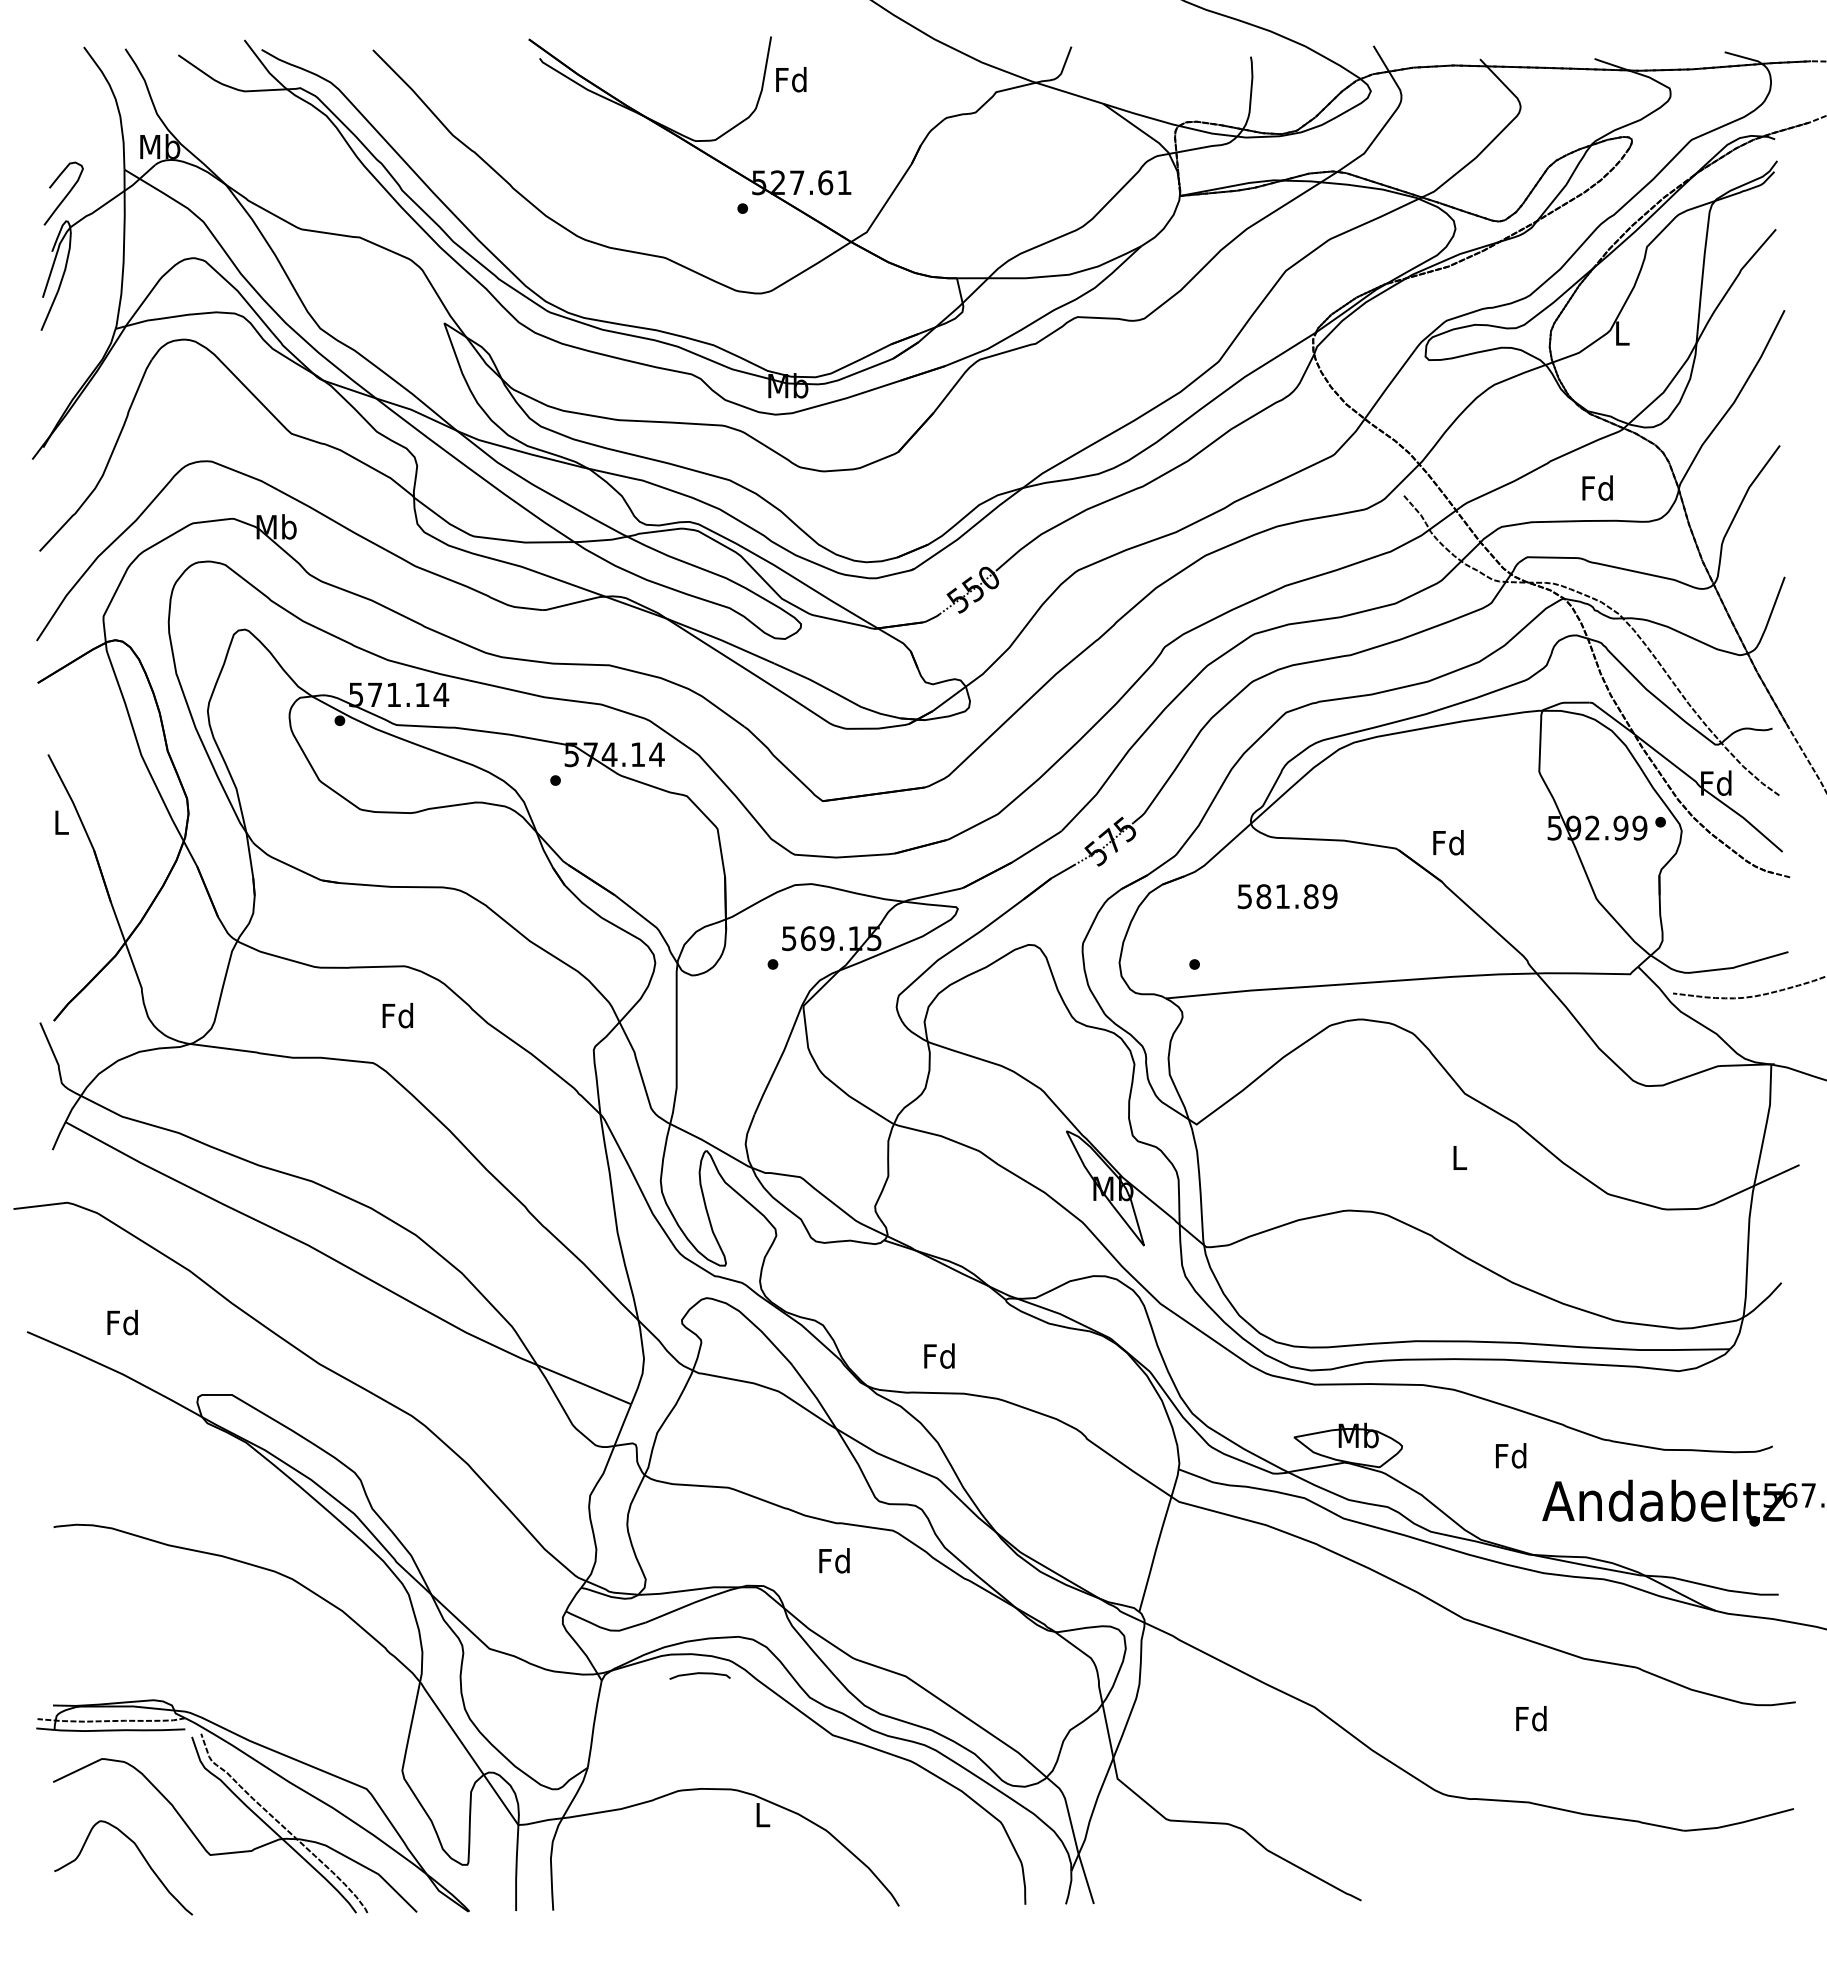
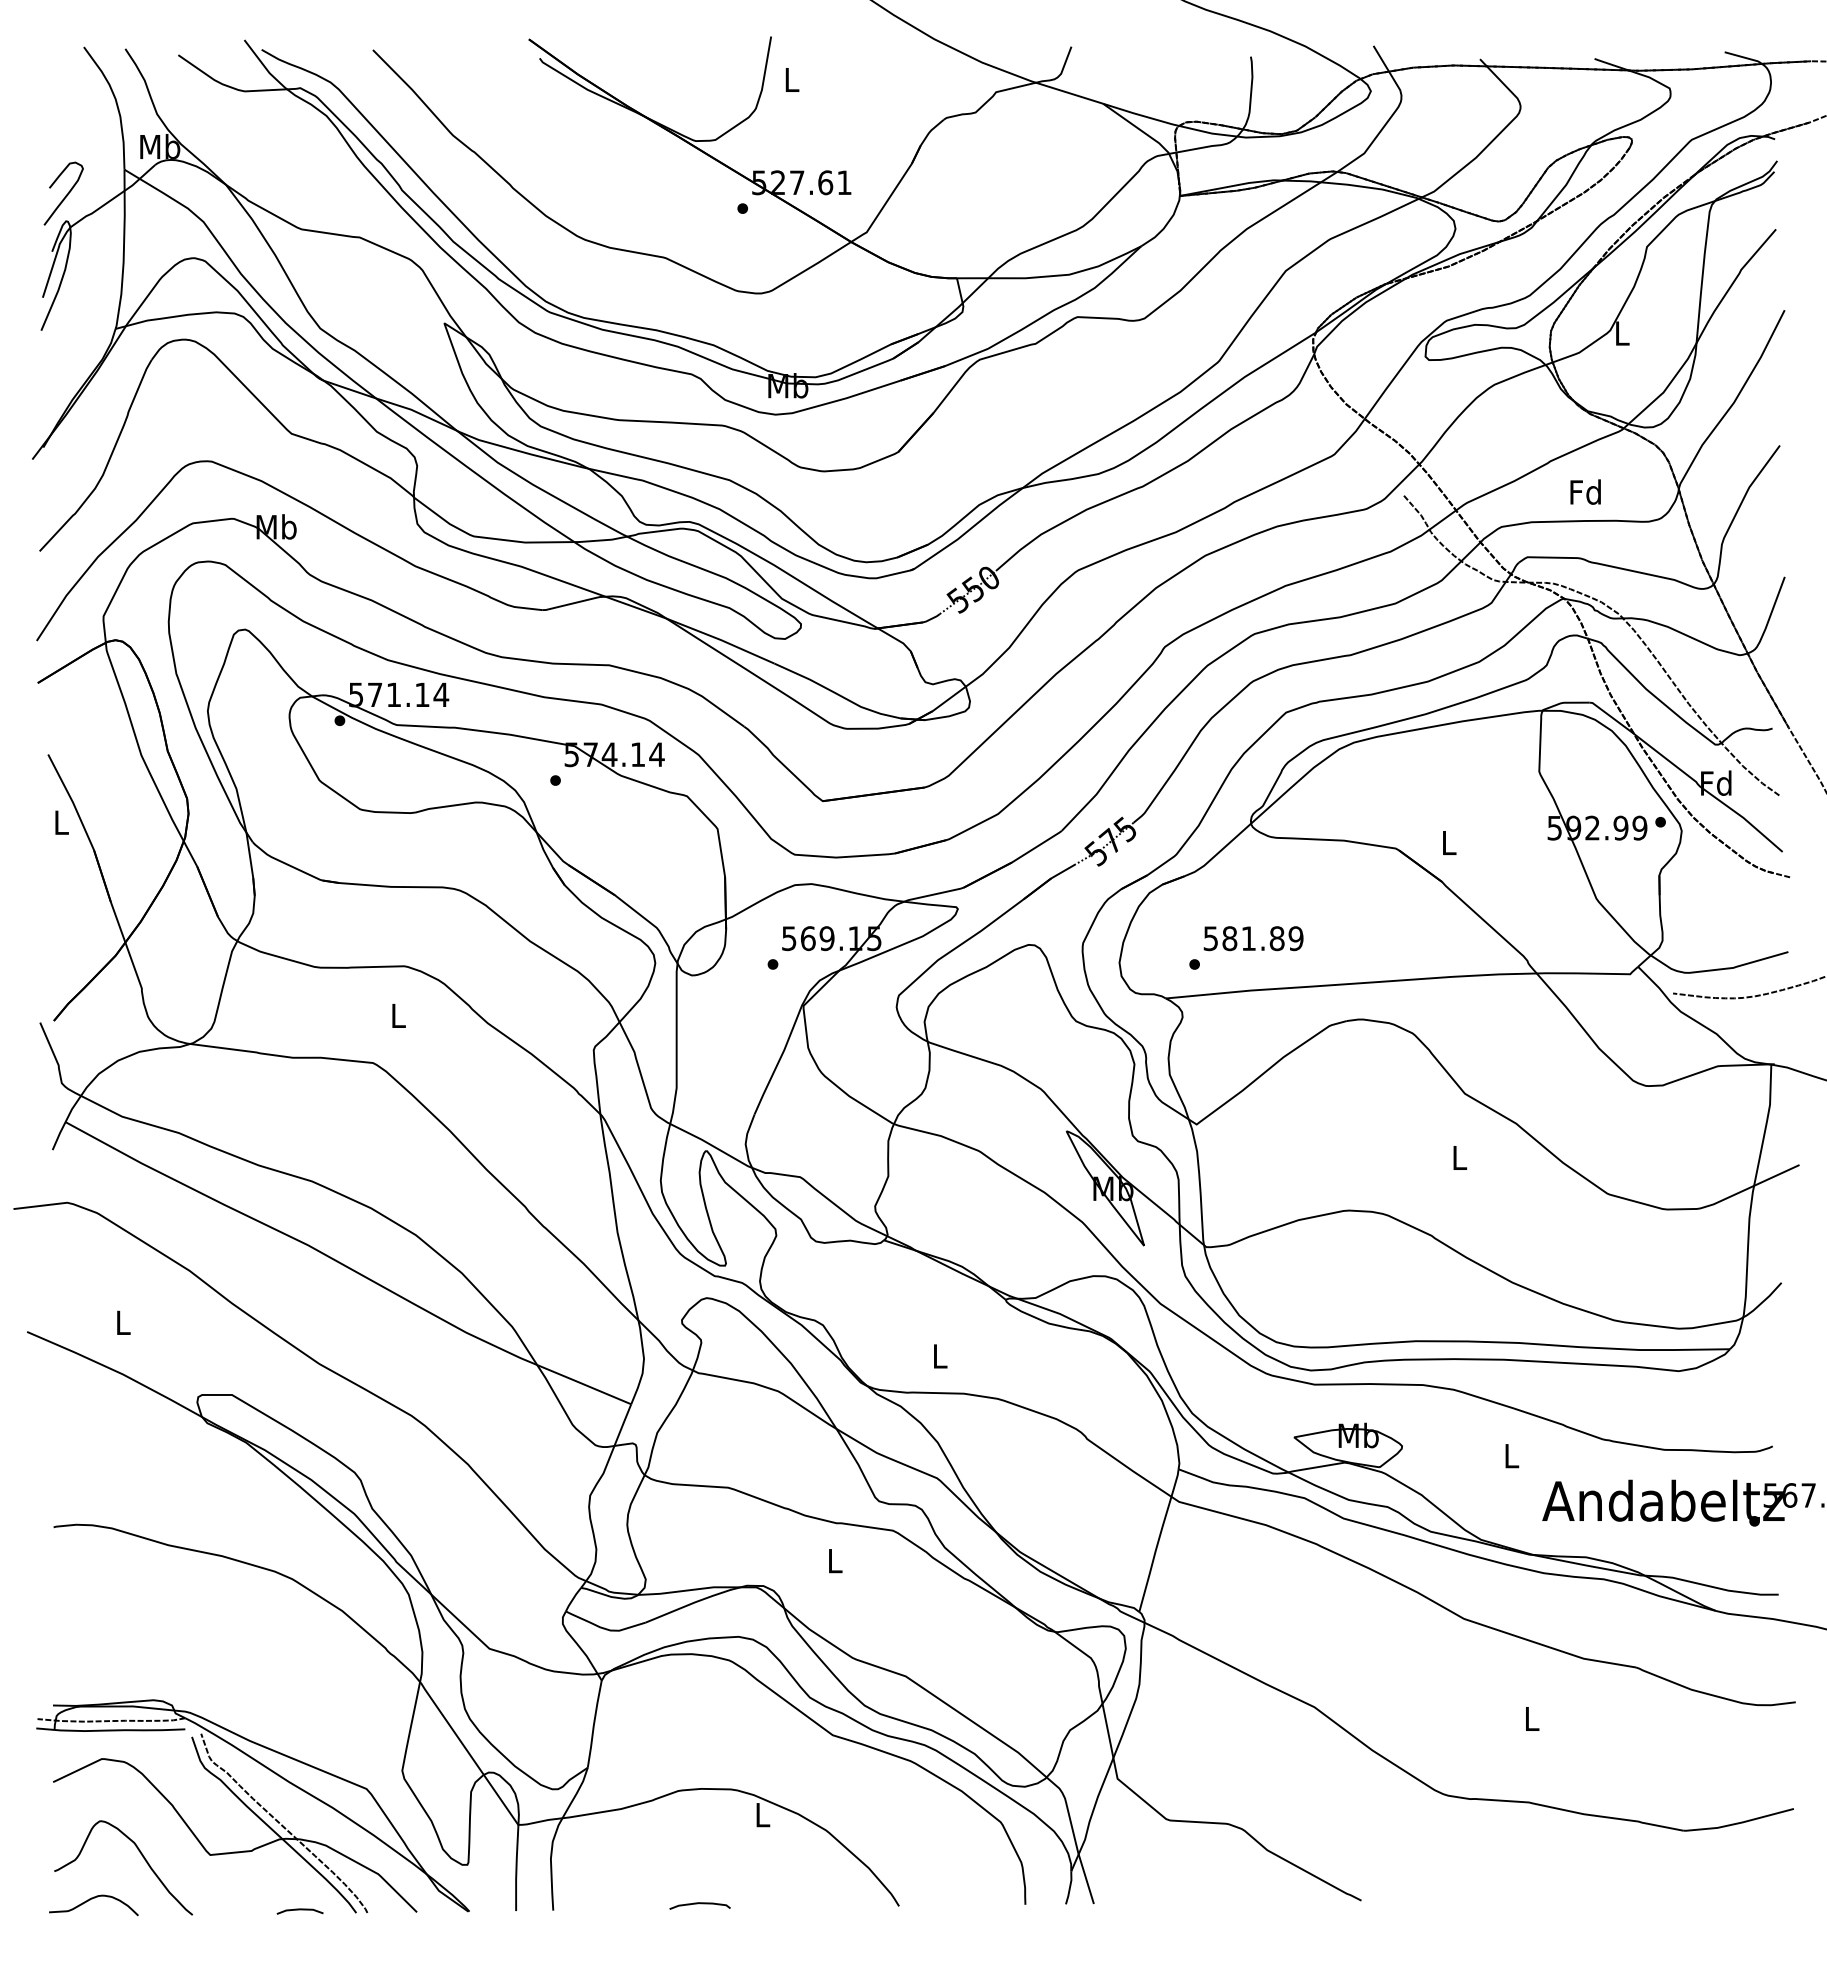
text at (791, 79): Fd -> L
text at (1597, 487) position: (1597, 487) -> (1585, 491)
text at (1448, 842): Fd -> L
text at (1287, 896) position: (1287, 896) -> (1253, 938)
text at (397, 1015): Fd -> L
text at (122, 1322): Fd -> L
text at (939, 1355): Fd -> L
text at (1511, 1455): Fd -> L
text at (834, 1560): Fd -> L
curve at (699, 1674) position: (699, 1674) -> (699, 1904)
text at (1531, 1718): Fd -> L
curve at (90, 1900): none -> present
line at (299, 1910): none -> present
